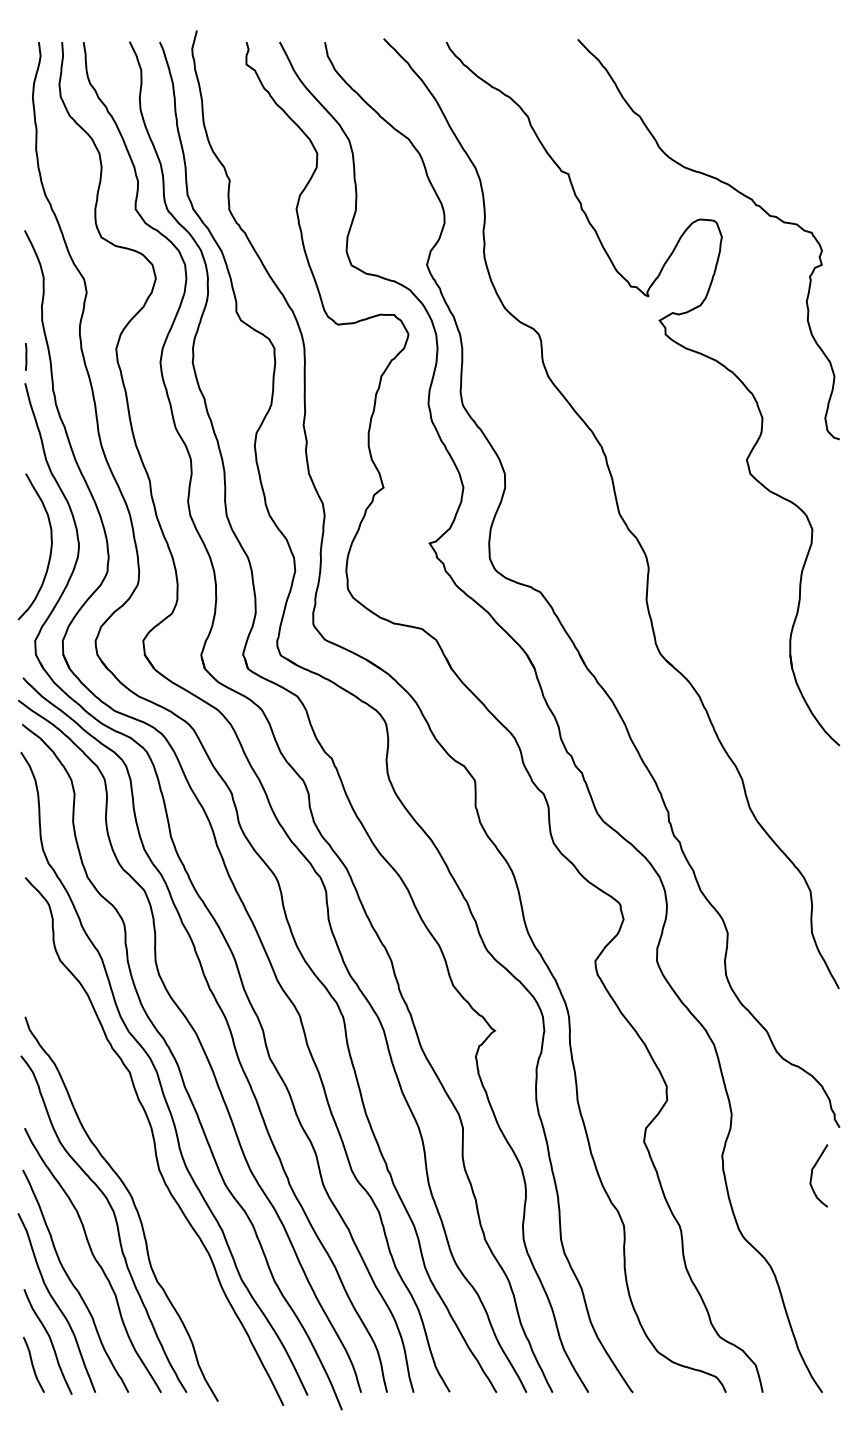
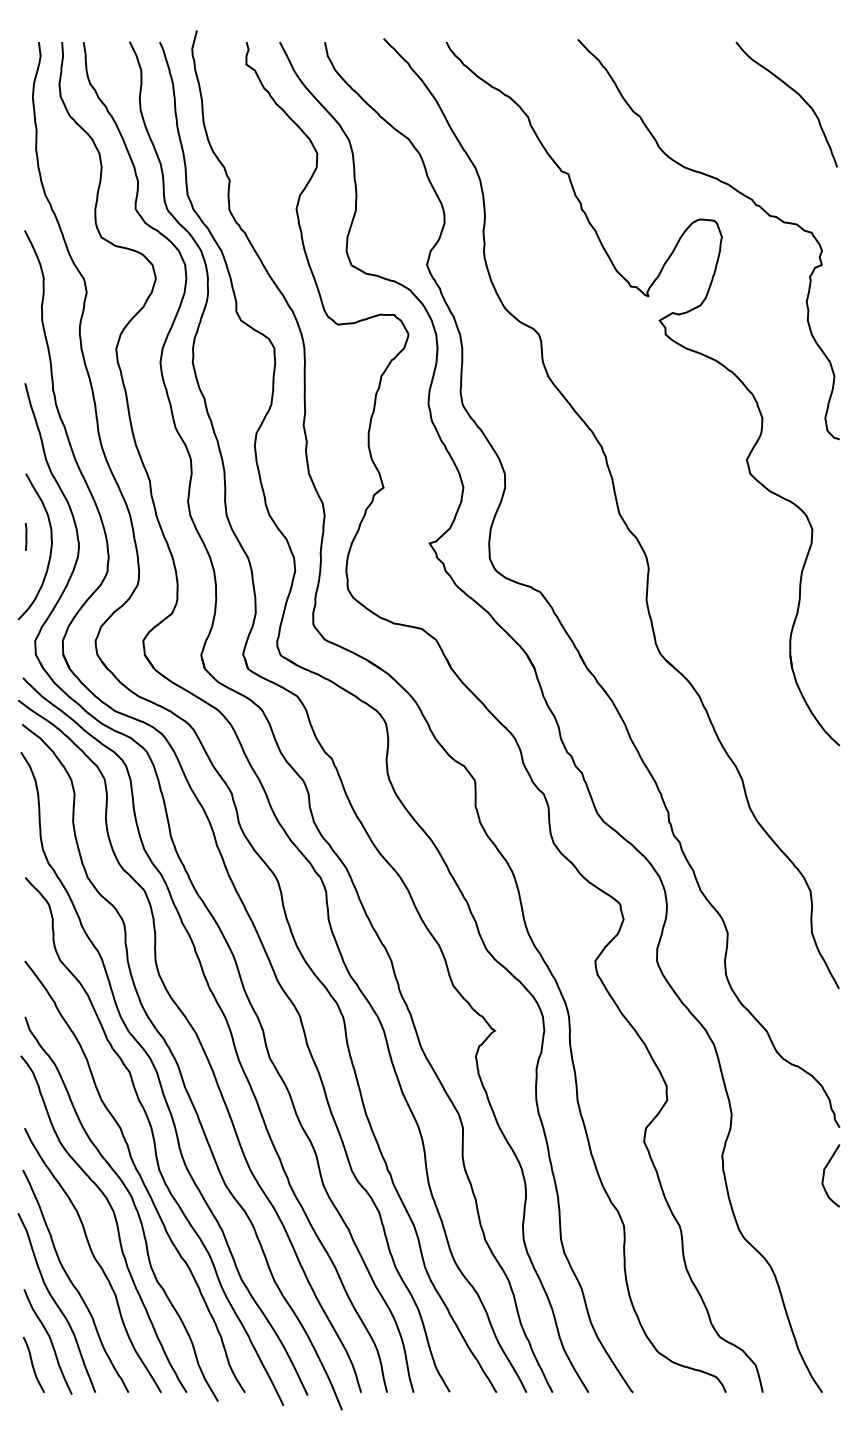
curve at (794, 92): none -> present
line at (25, 356) position: (25, 356) -> (25, 536)
curve at (137, 1173): none -> present
curve at (812, 1175) position: (812, 1175) -> (824, 1175)
